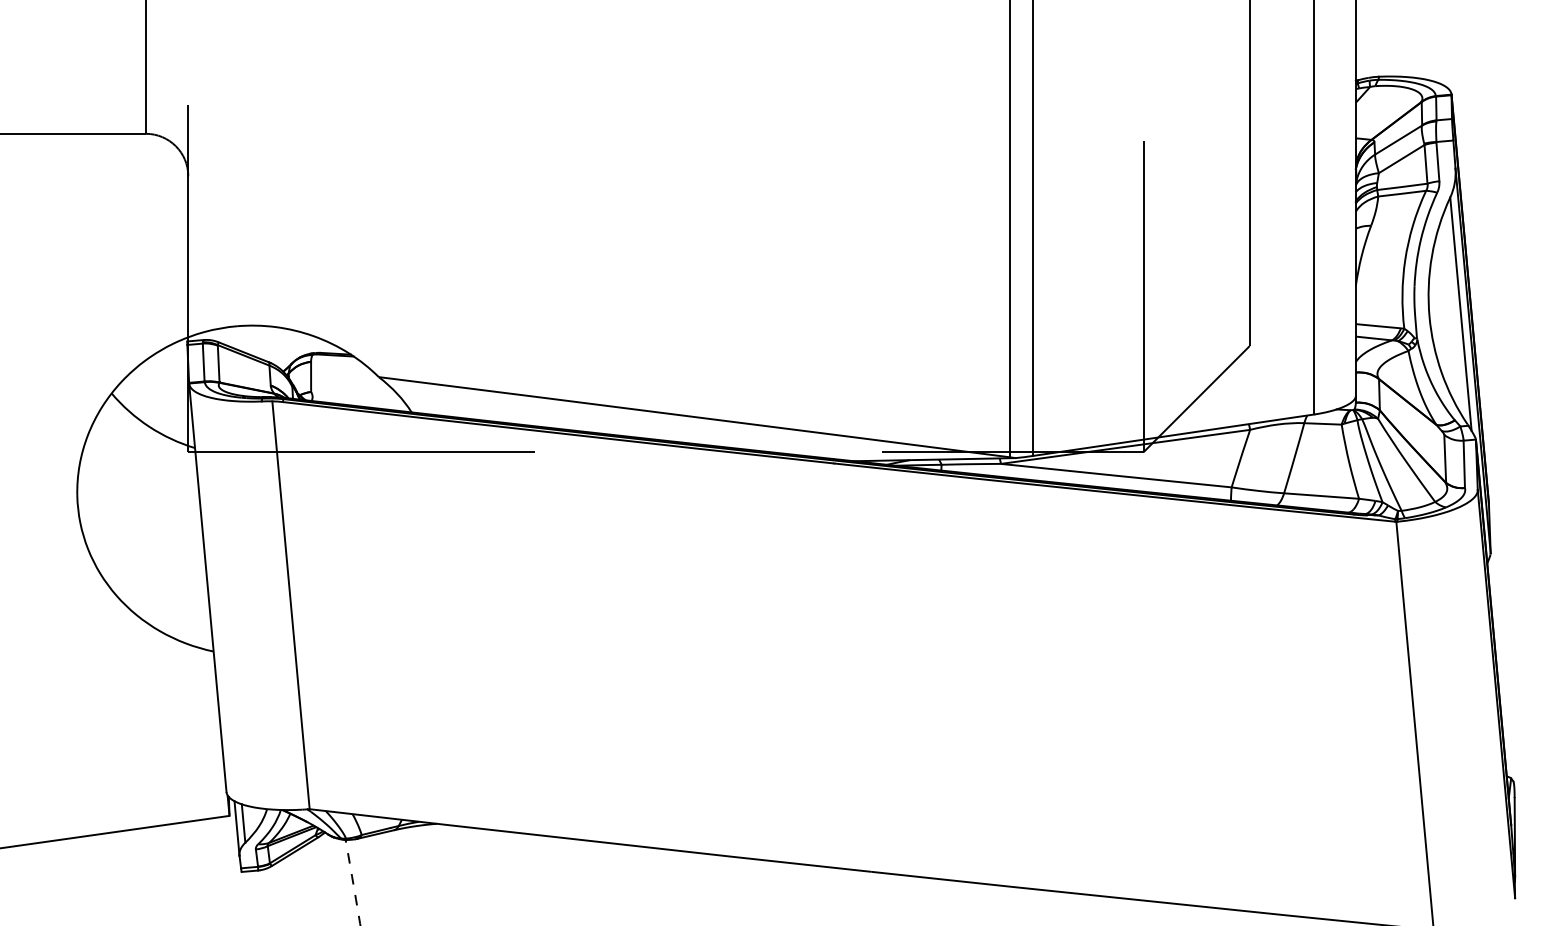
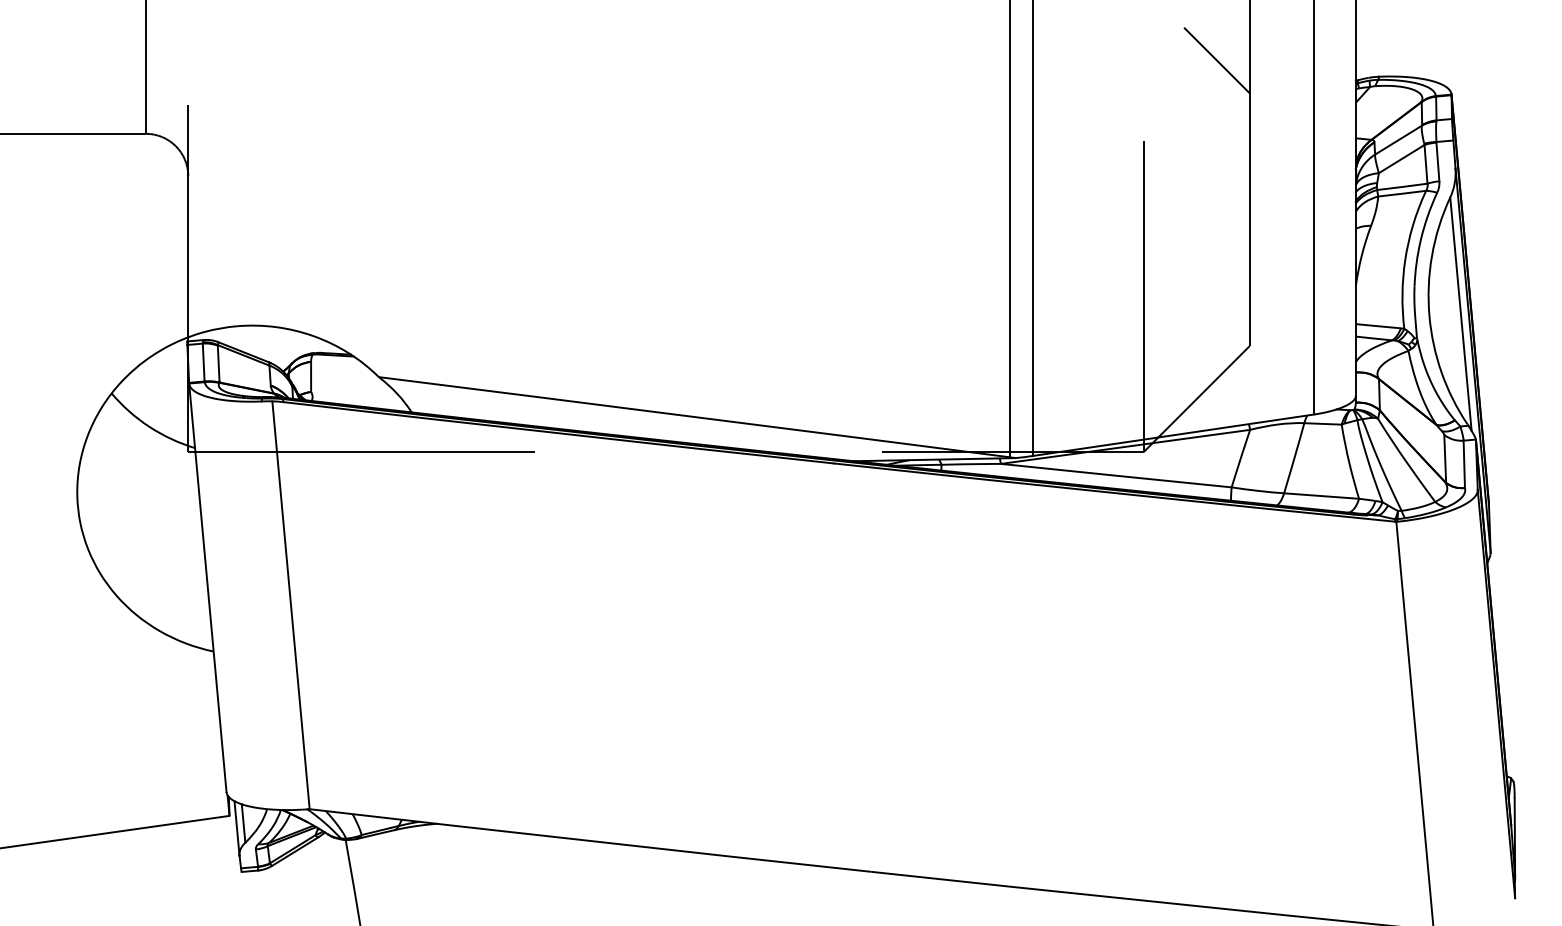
line at (1216, 60): none -> present
arc at (353, 883): dashed -> solid
